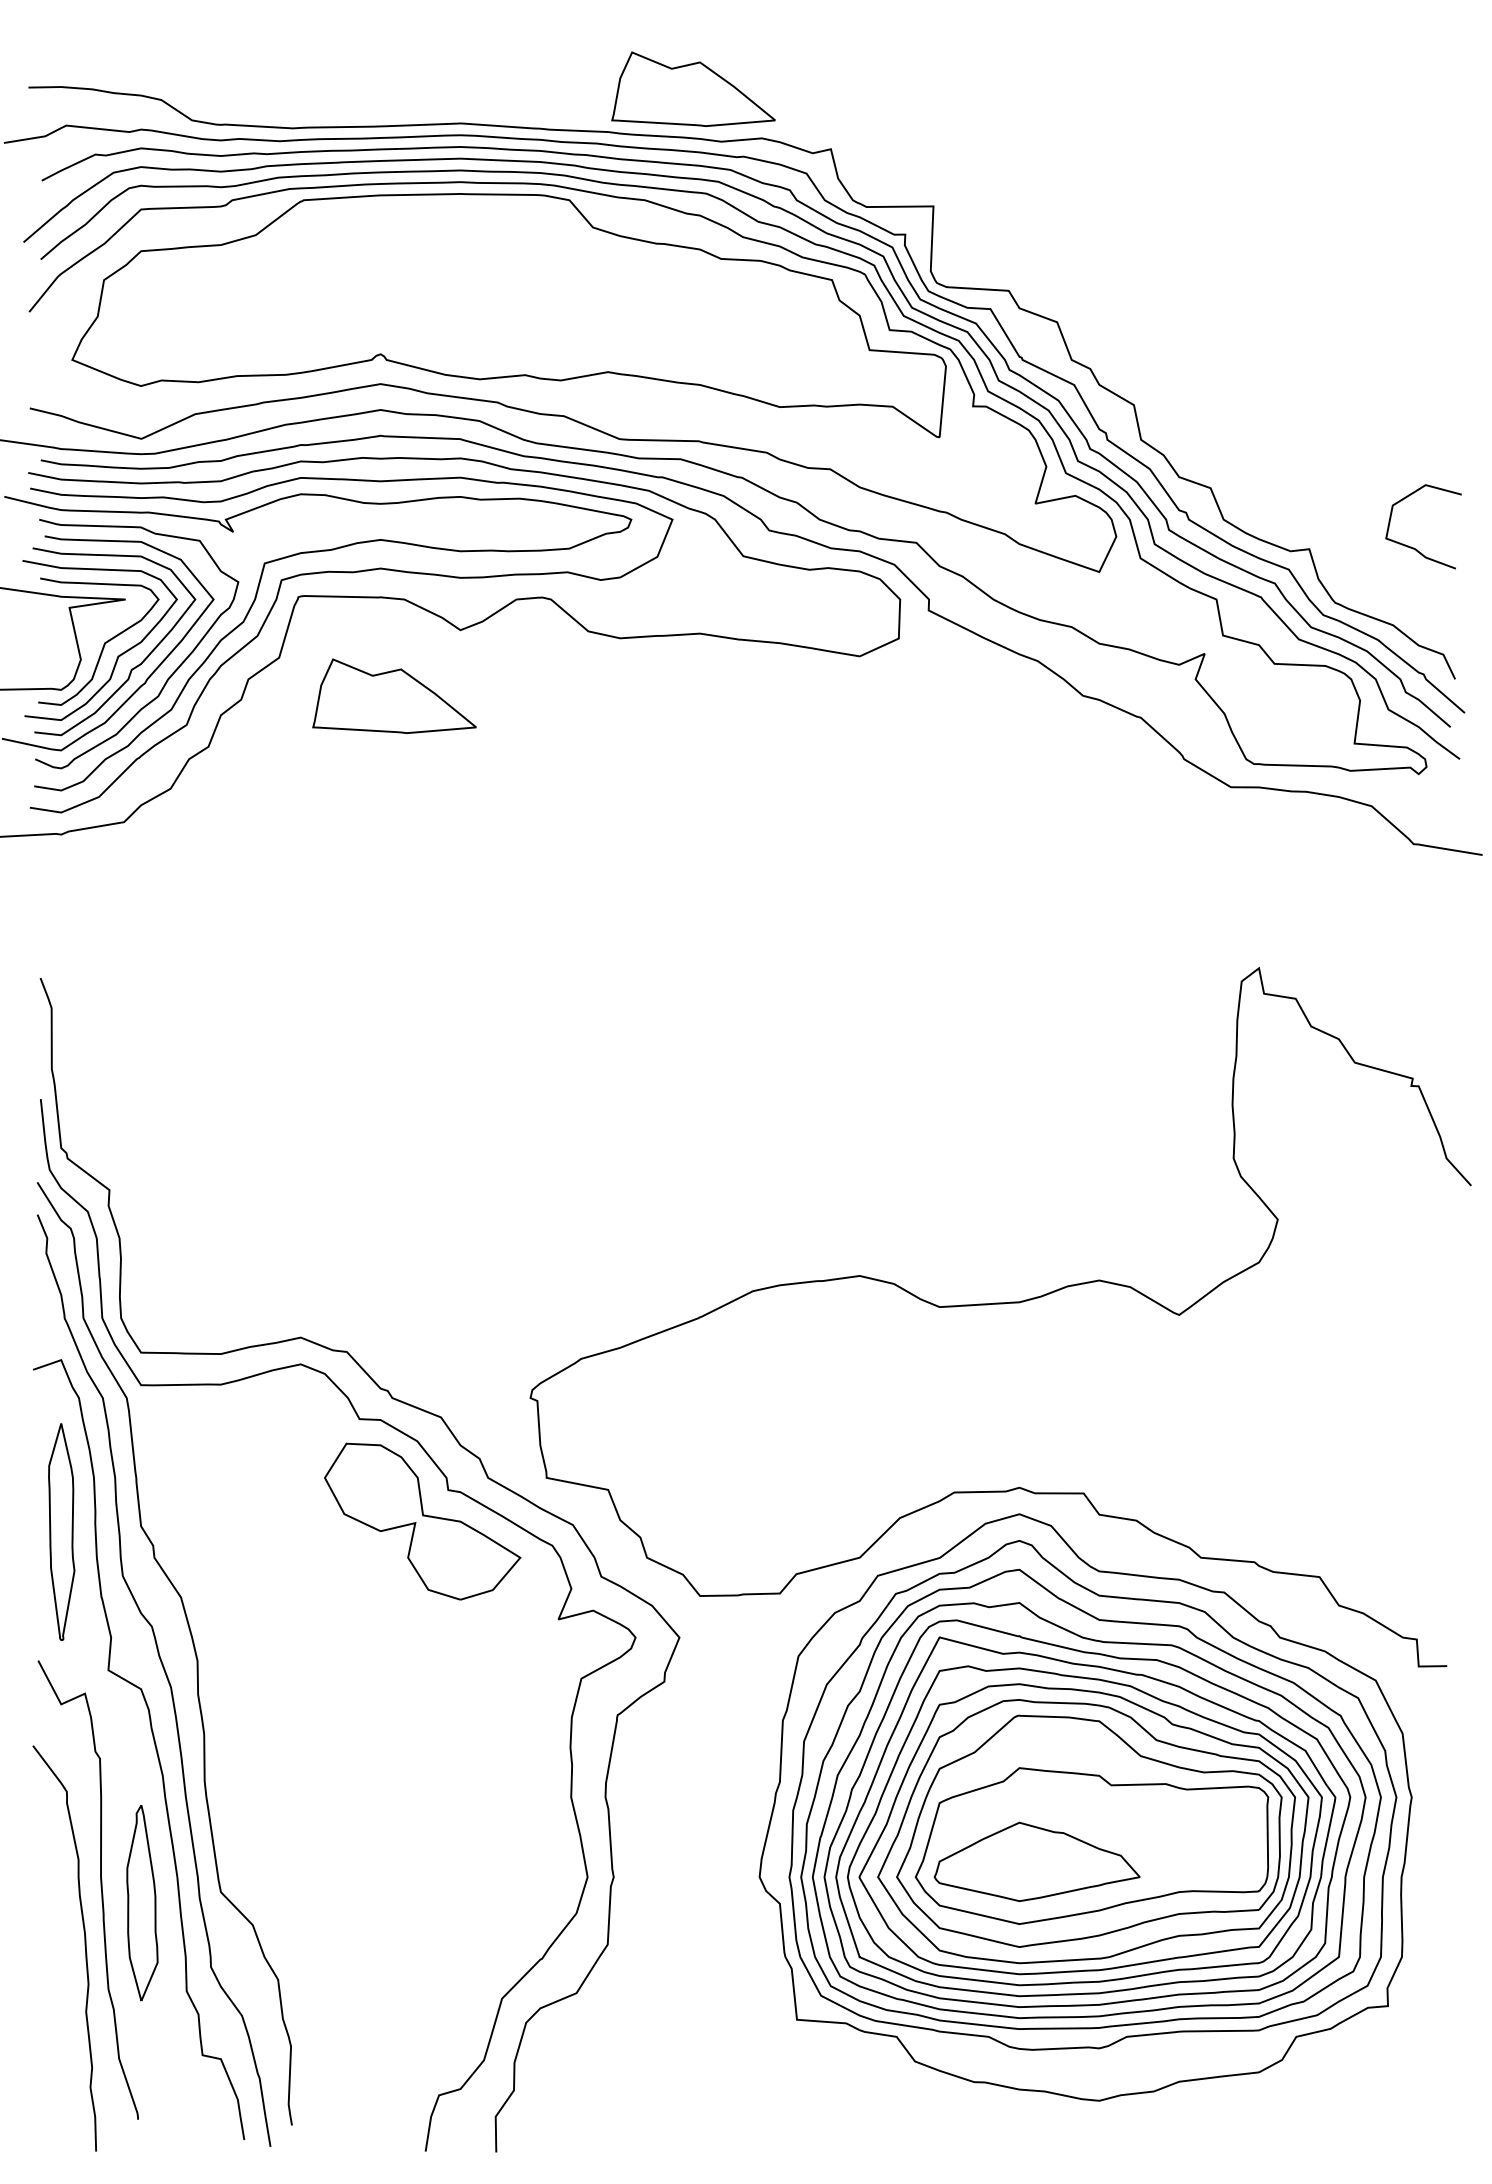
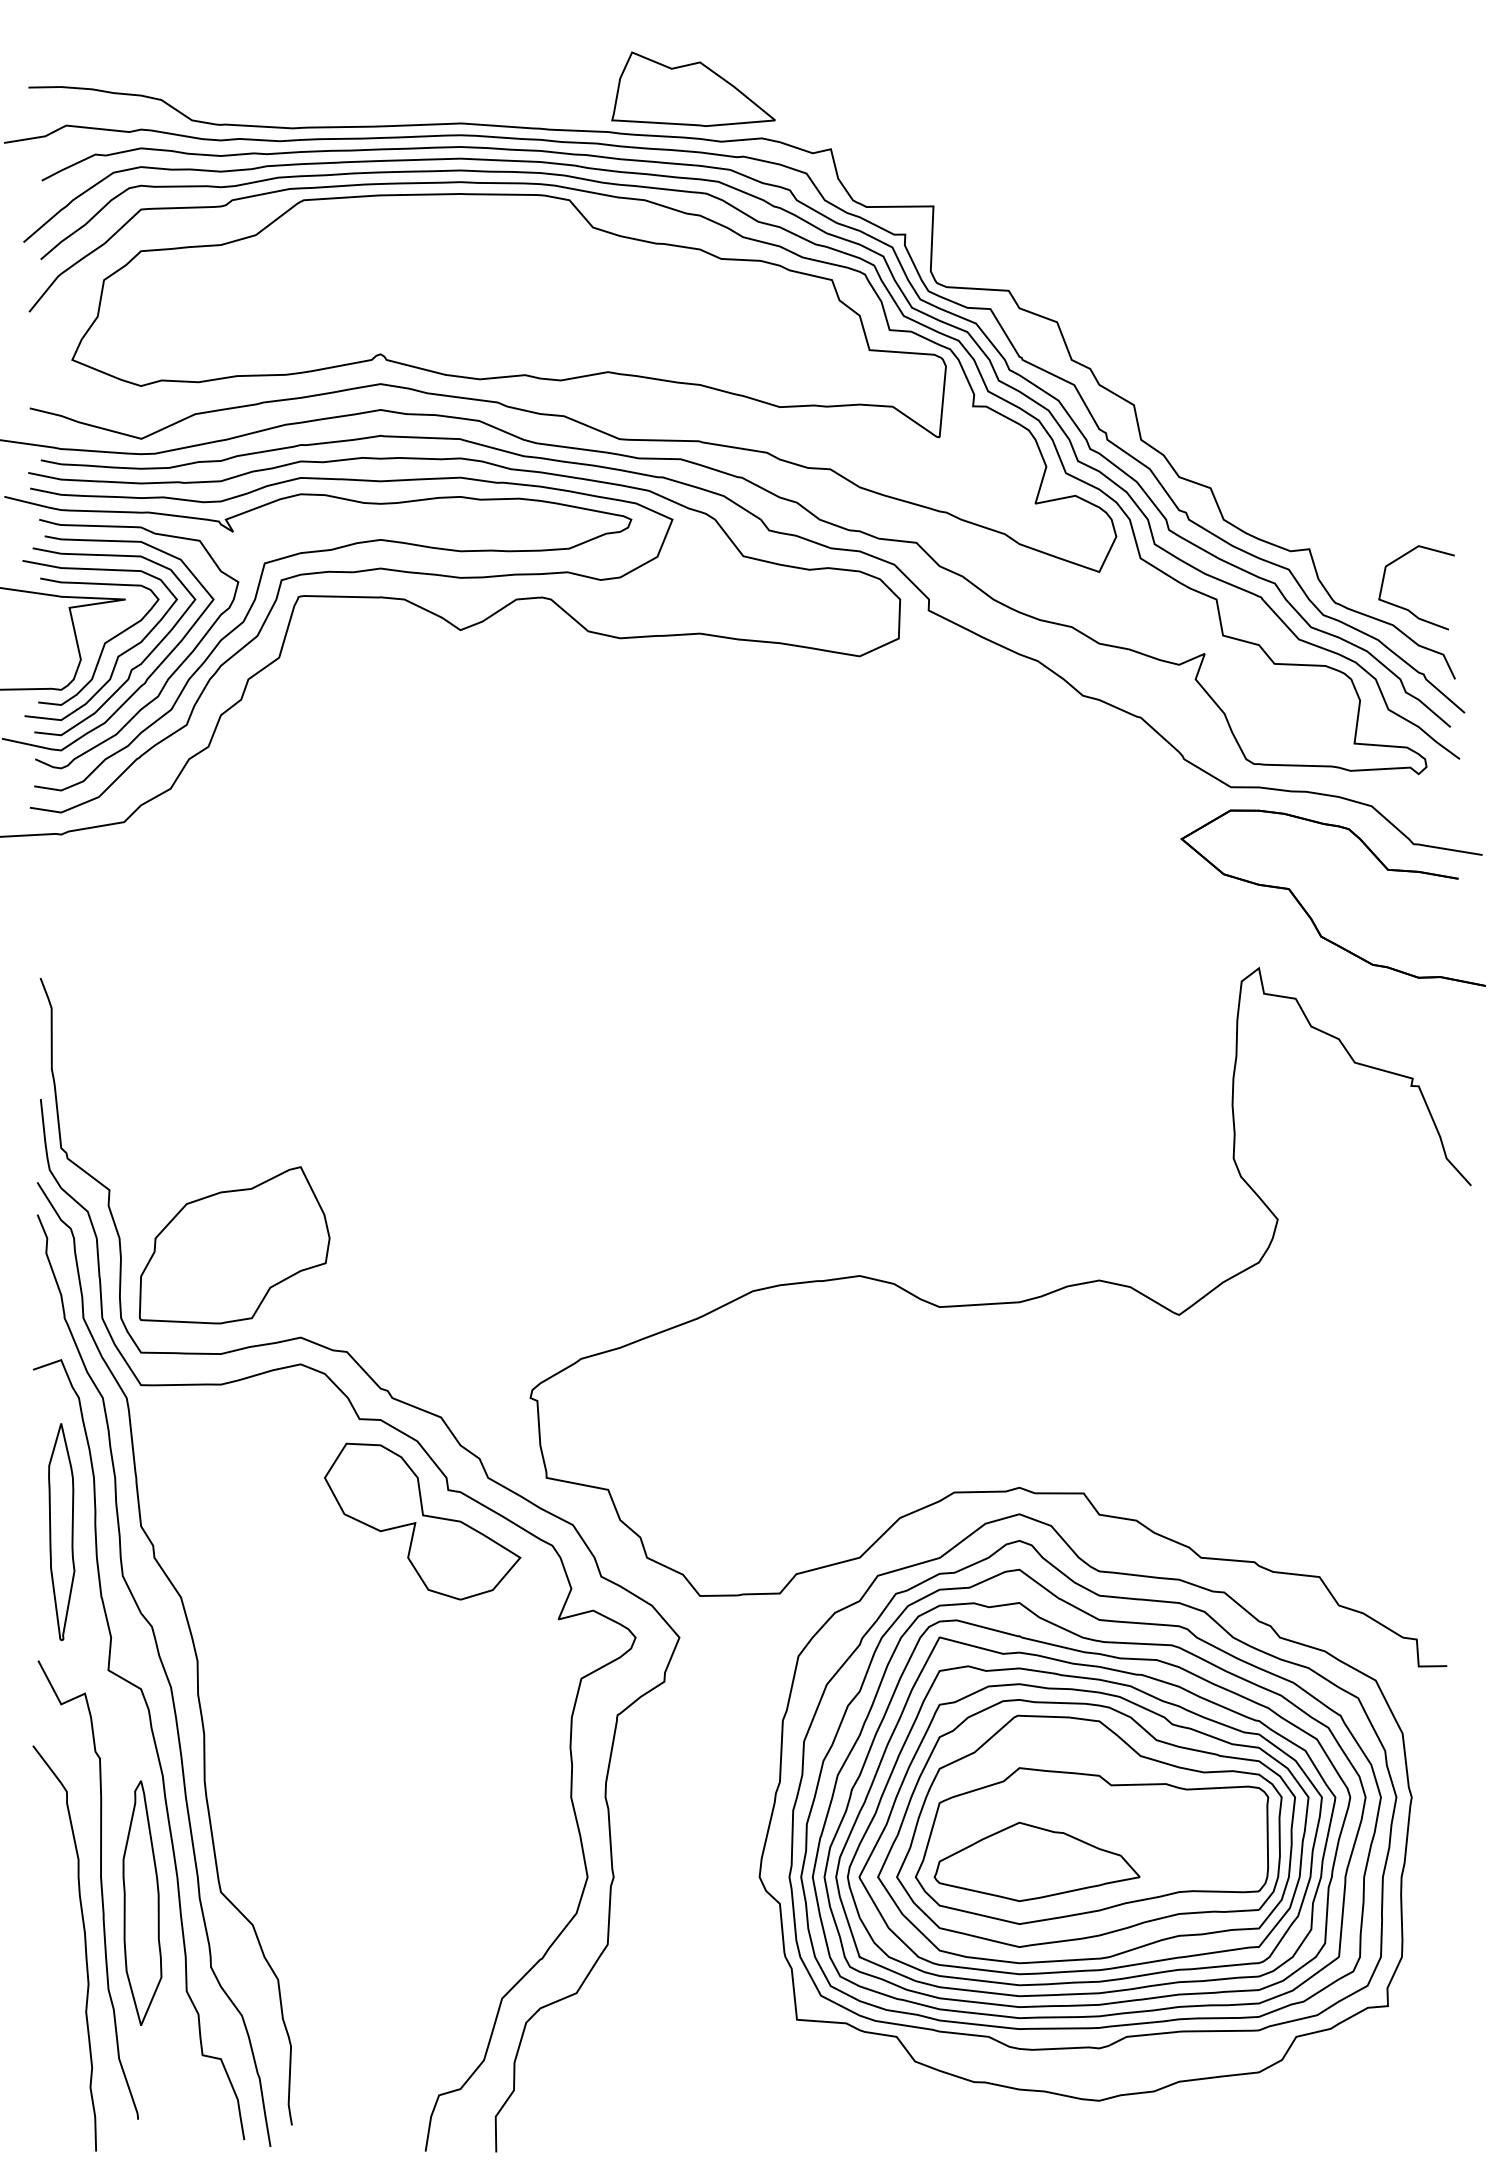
curve at (1414, 547) position: (1414, 547) -> (1407, 608)
part at (394, 695): present -> none
part at (1309, 914): none -> present
part at (234, 1245): none -> present
part at (142, 1903) size: 33x197 px -> 41x246 px
